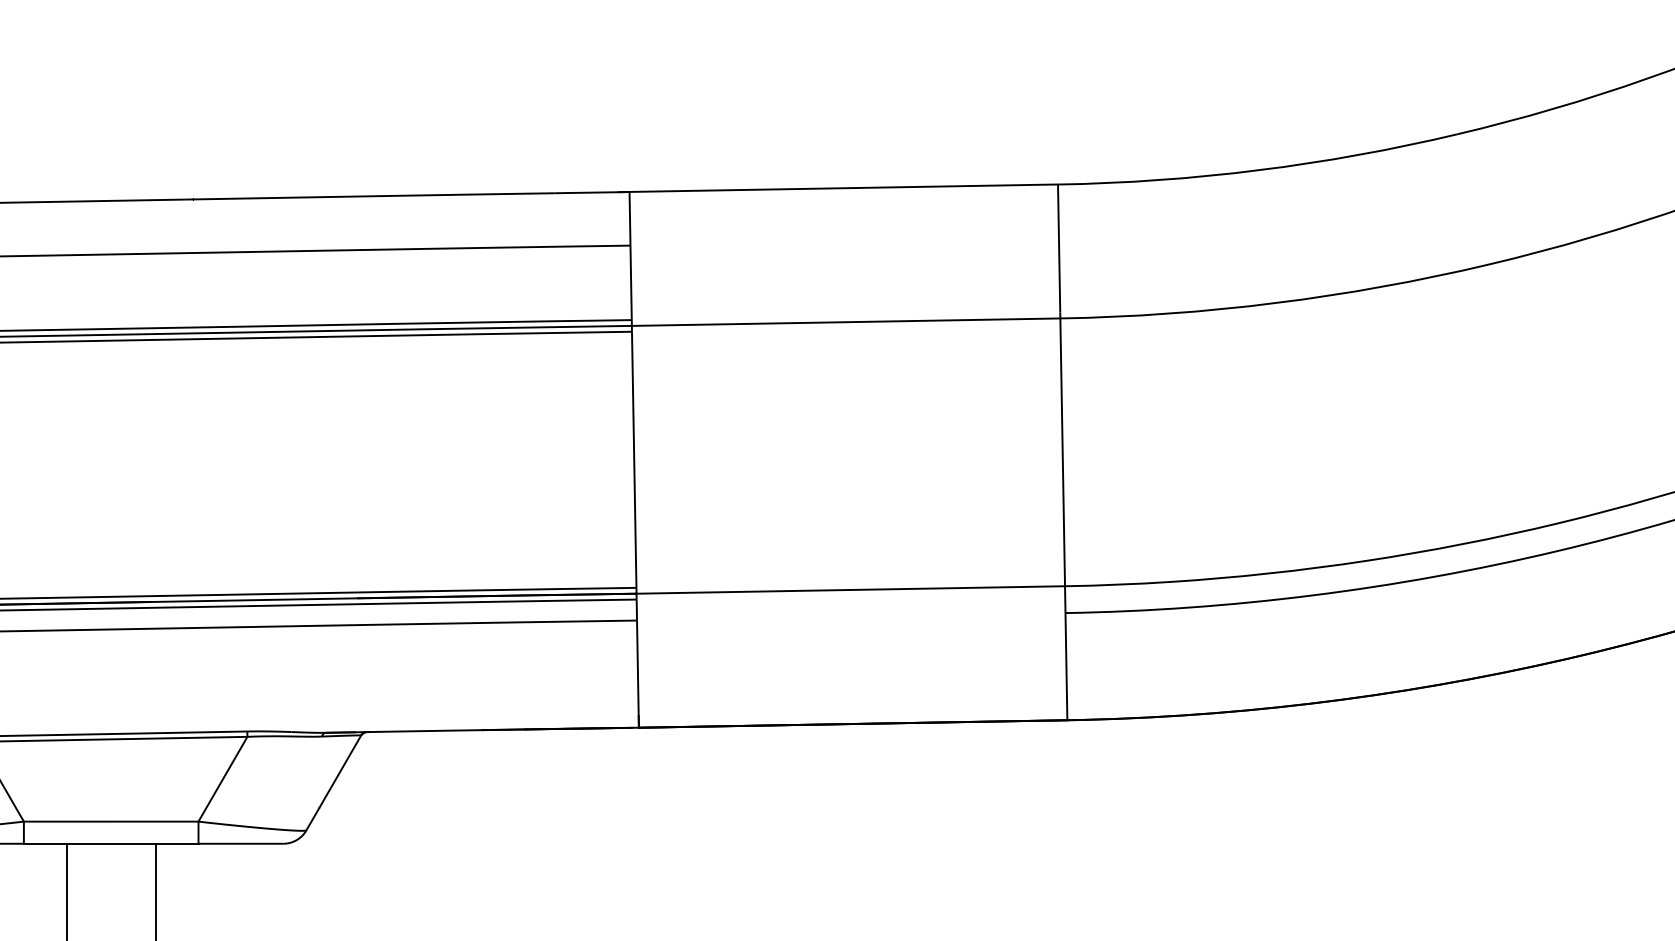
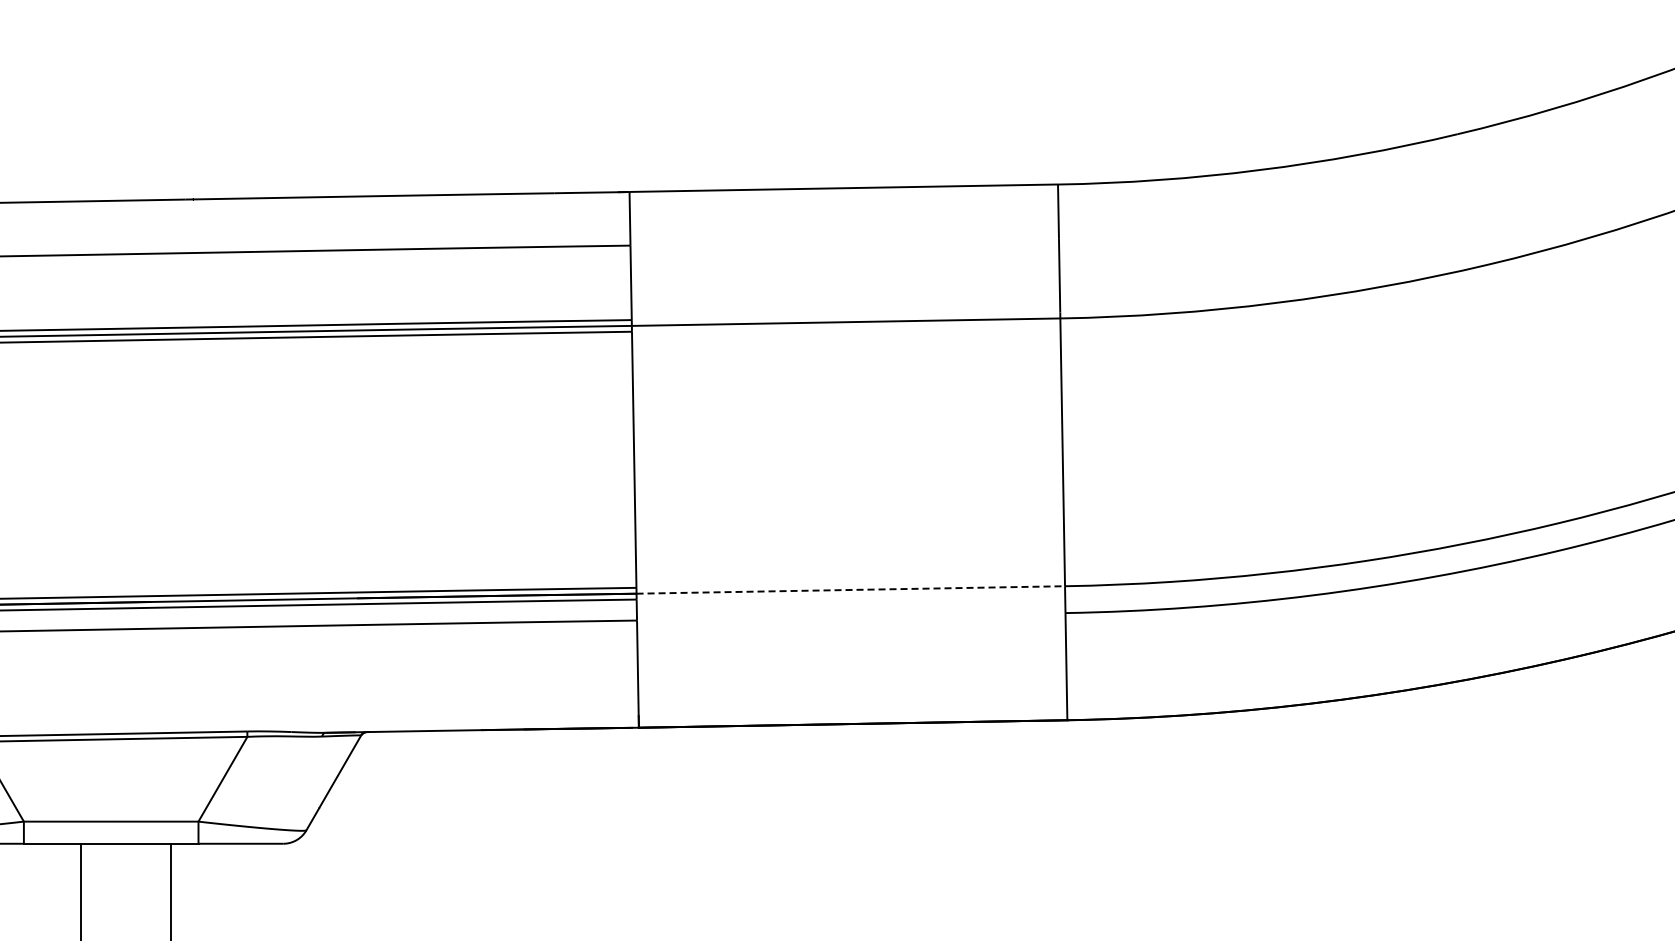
line at (851, 589): solid -> dashed
line at (66, 890) position: (66, 890) -> (80, 890)
line at (155, 890) position: (155, 890) -> (170, 890)
